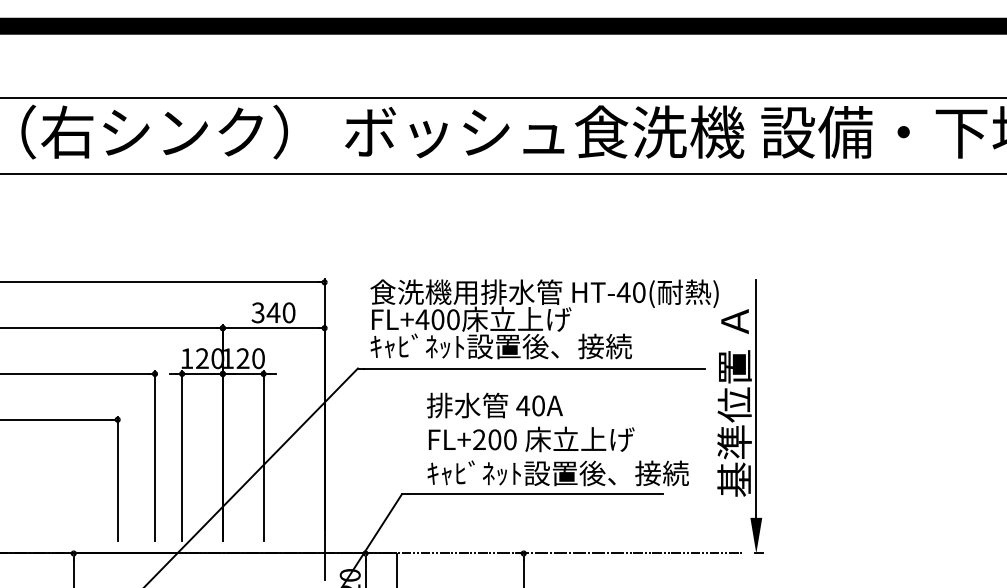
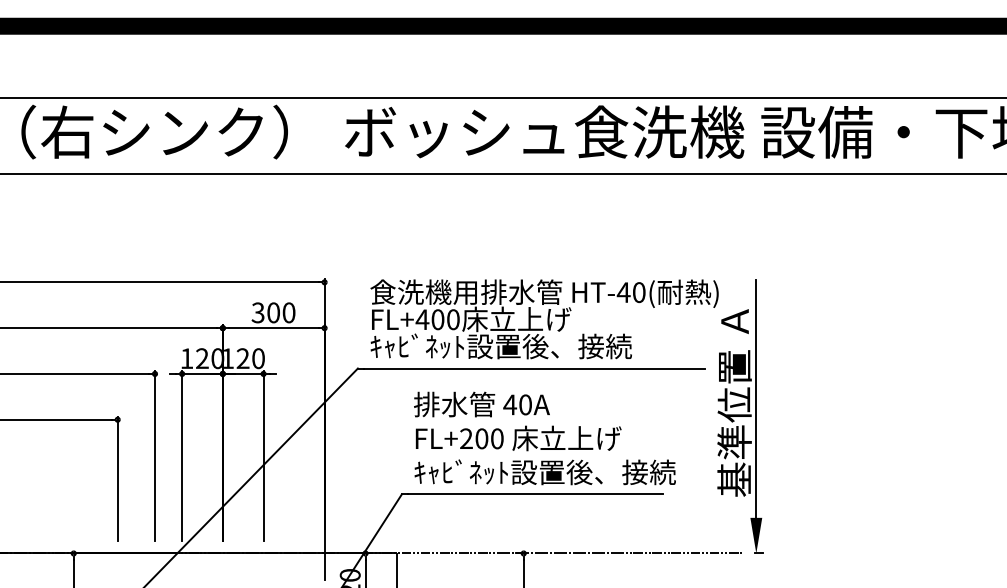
text at (273, 312): 340 -> 300
text at (557, 439) position: (557, 439) -> (544, 438)
